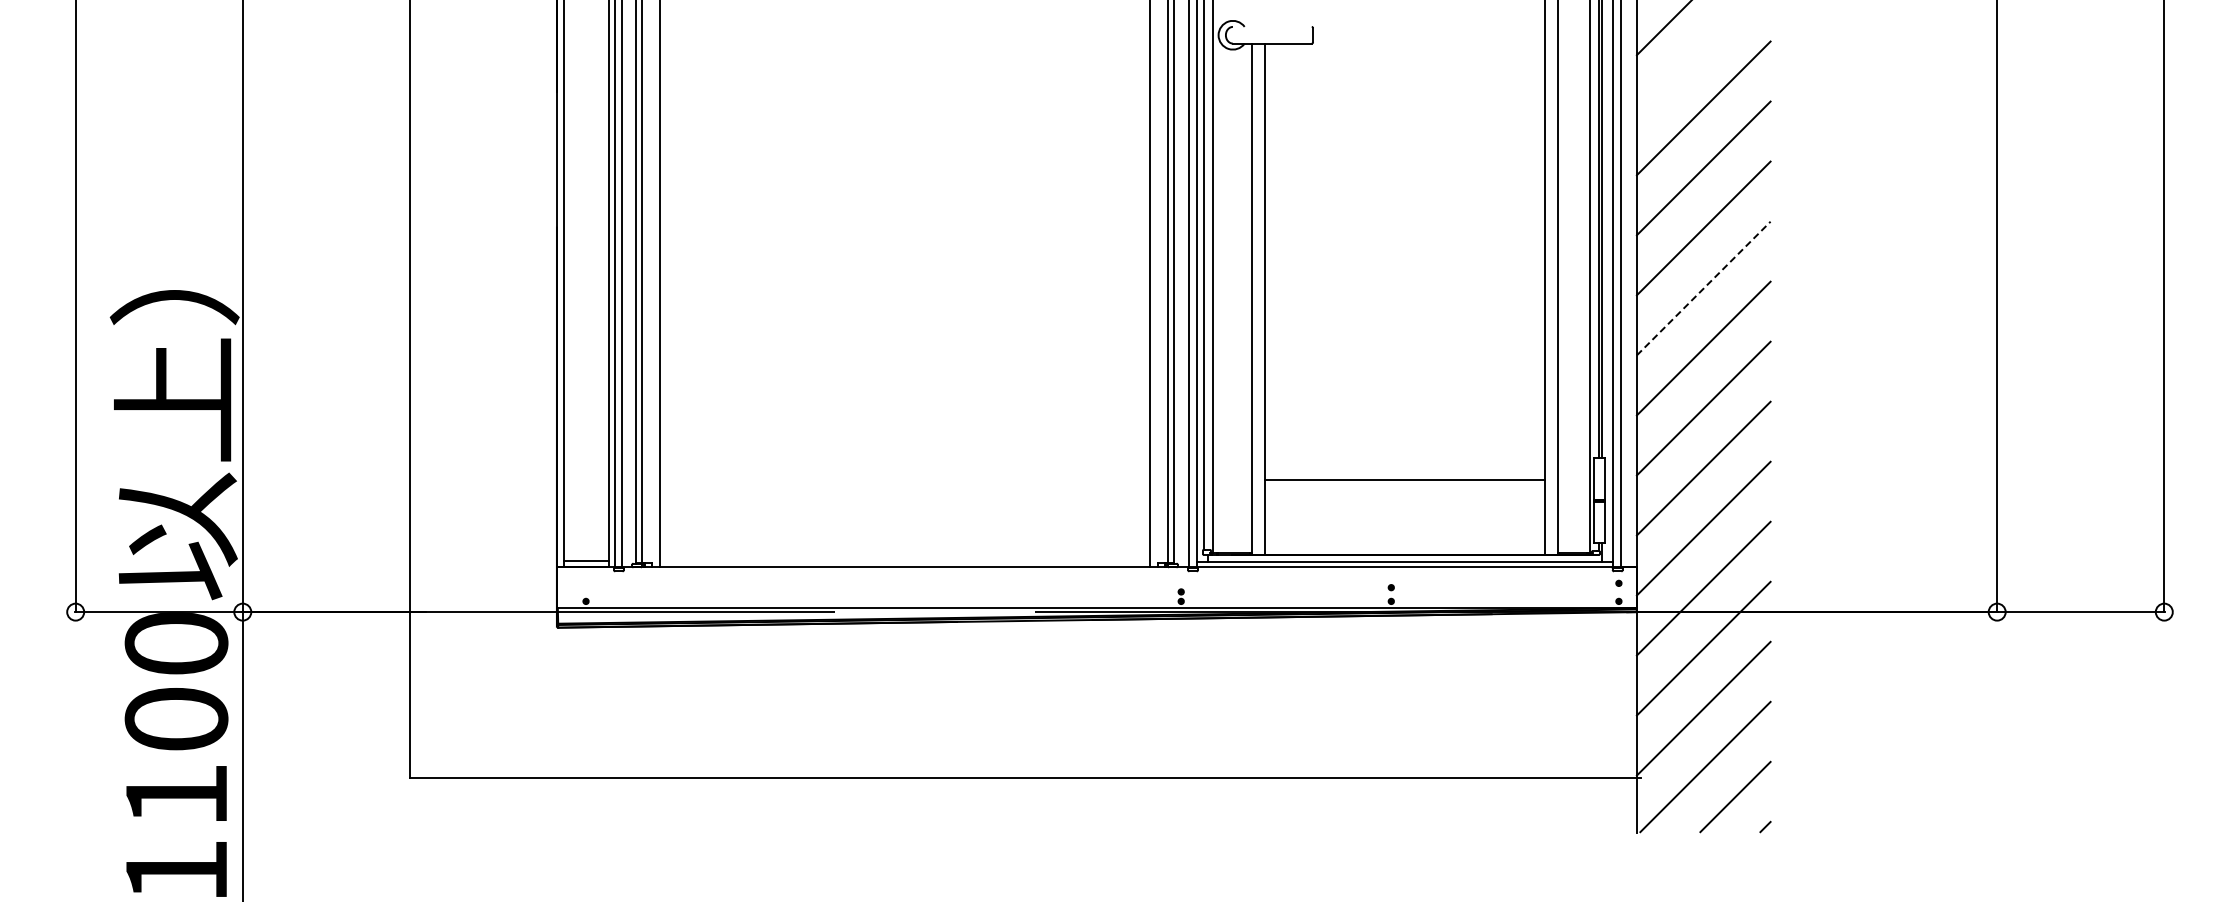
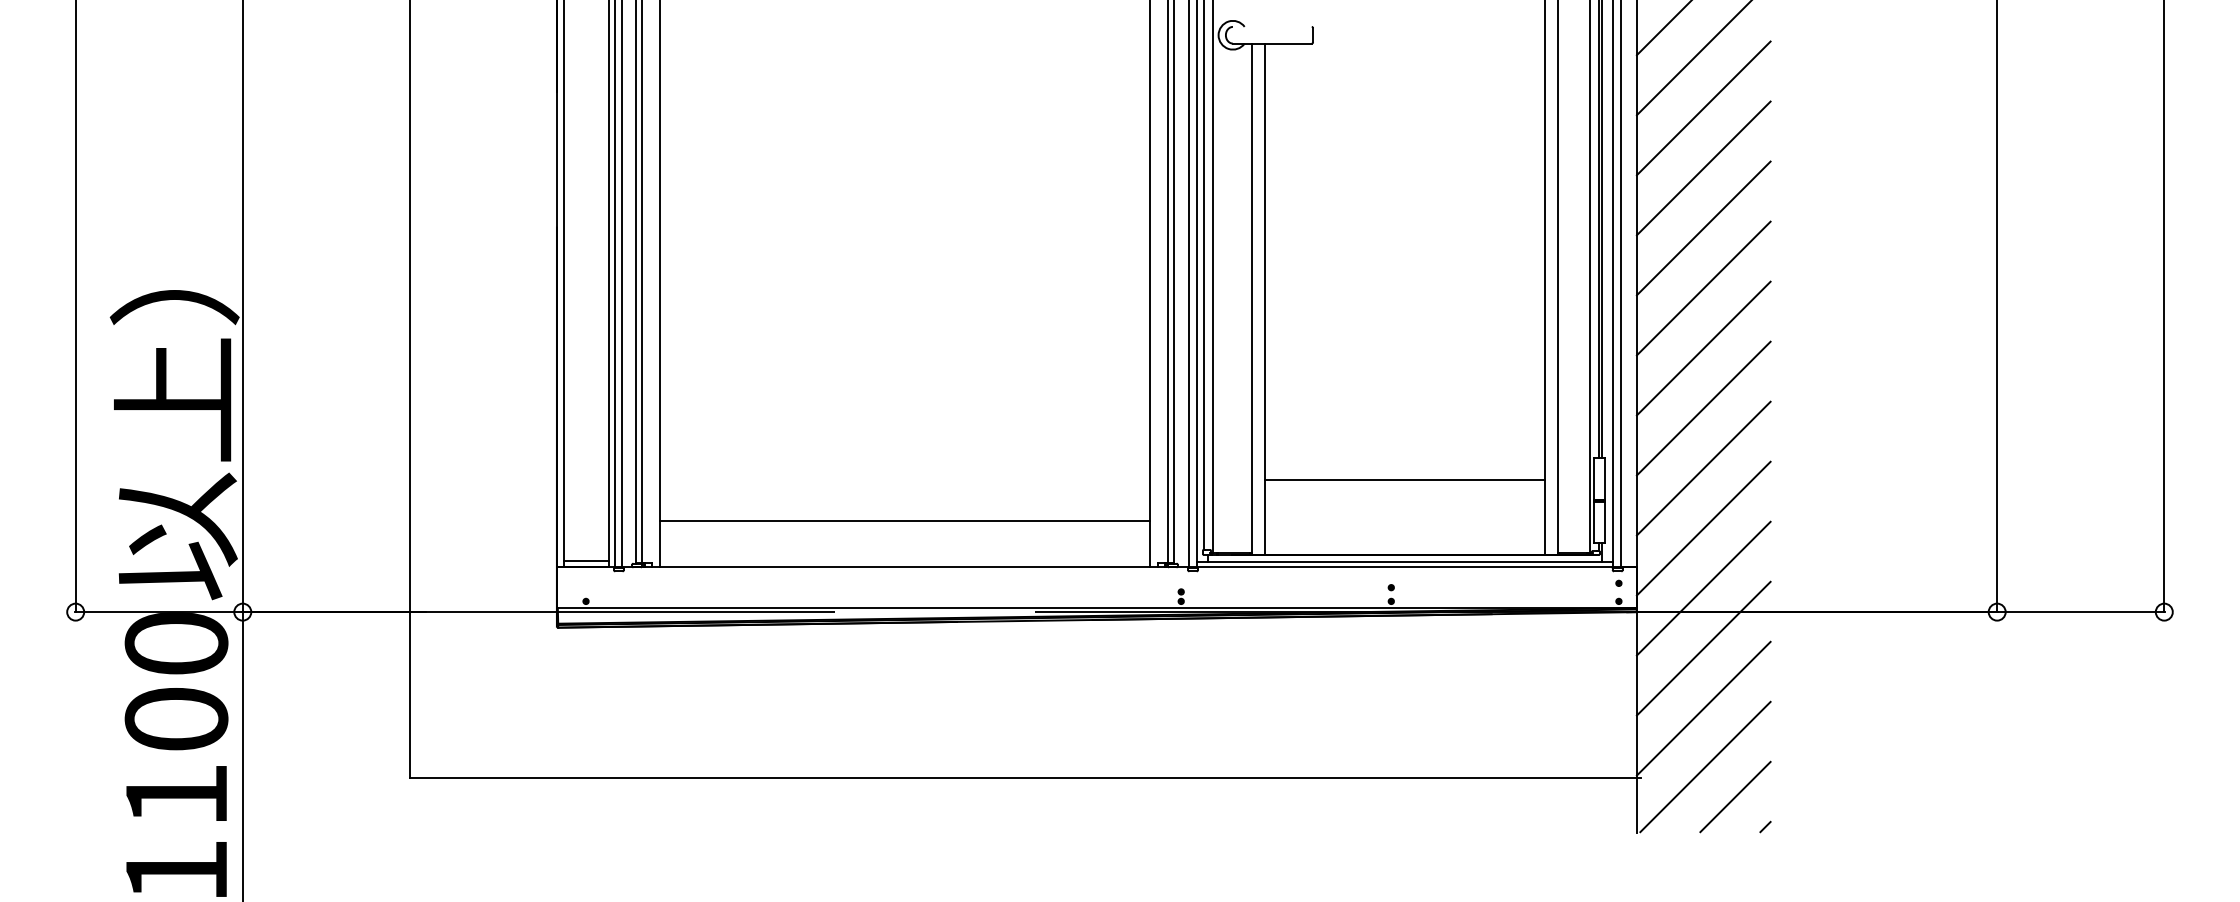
line at (1693, 58): none -> present
line at (1703, 288): dashed -> solid
line at (904, 520): none -> present
